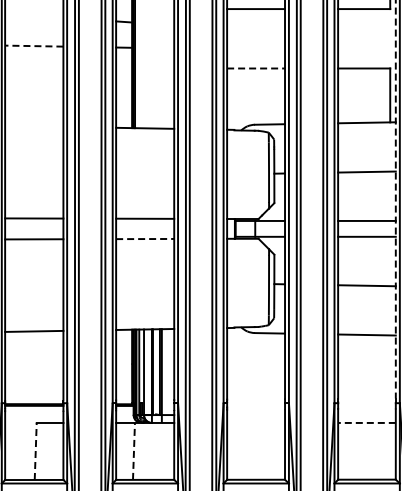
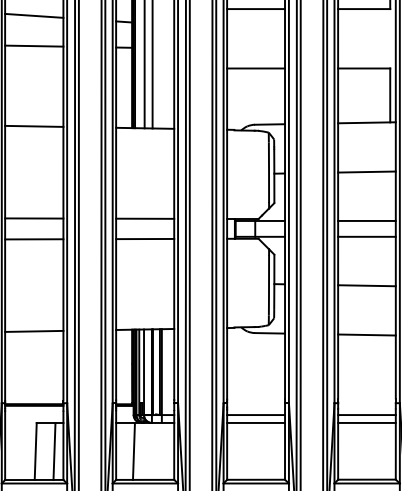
line at (34, 15): none -> present
line at (33, 46): dashed -> solid
line at (144, 65): none -> present
line at (152, 65): none -> present
line at (256, 68): dashed -> solid
line at (34, 125): none -> present
line at (395, 199): dashed -> solid
line at (145, 239): dashed -> solid
line at (256, 415): none -> present
line at (366, 415): none -> present
line at (256, 422): none -> present
line at (366, 422): dashed -> solid
line at (134, 450): dashed -> solid
line at (35, 451): dashed -> solid
line at (54, 451): none -> present
